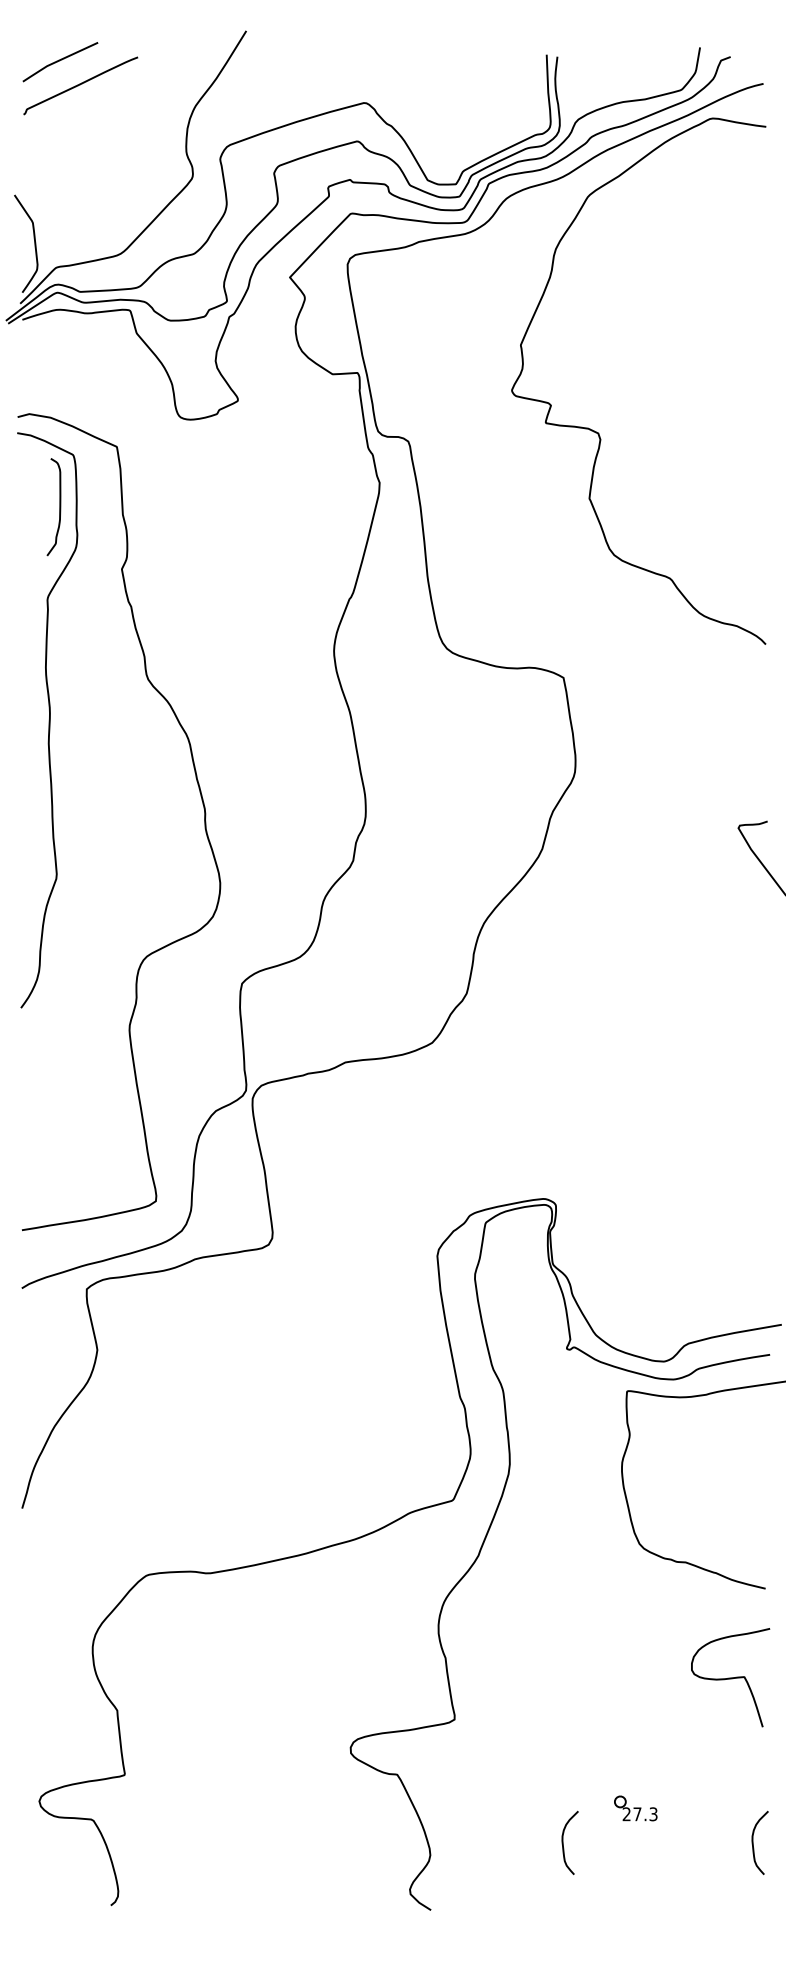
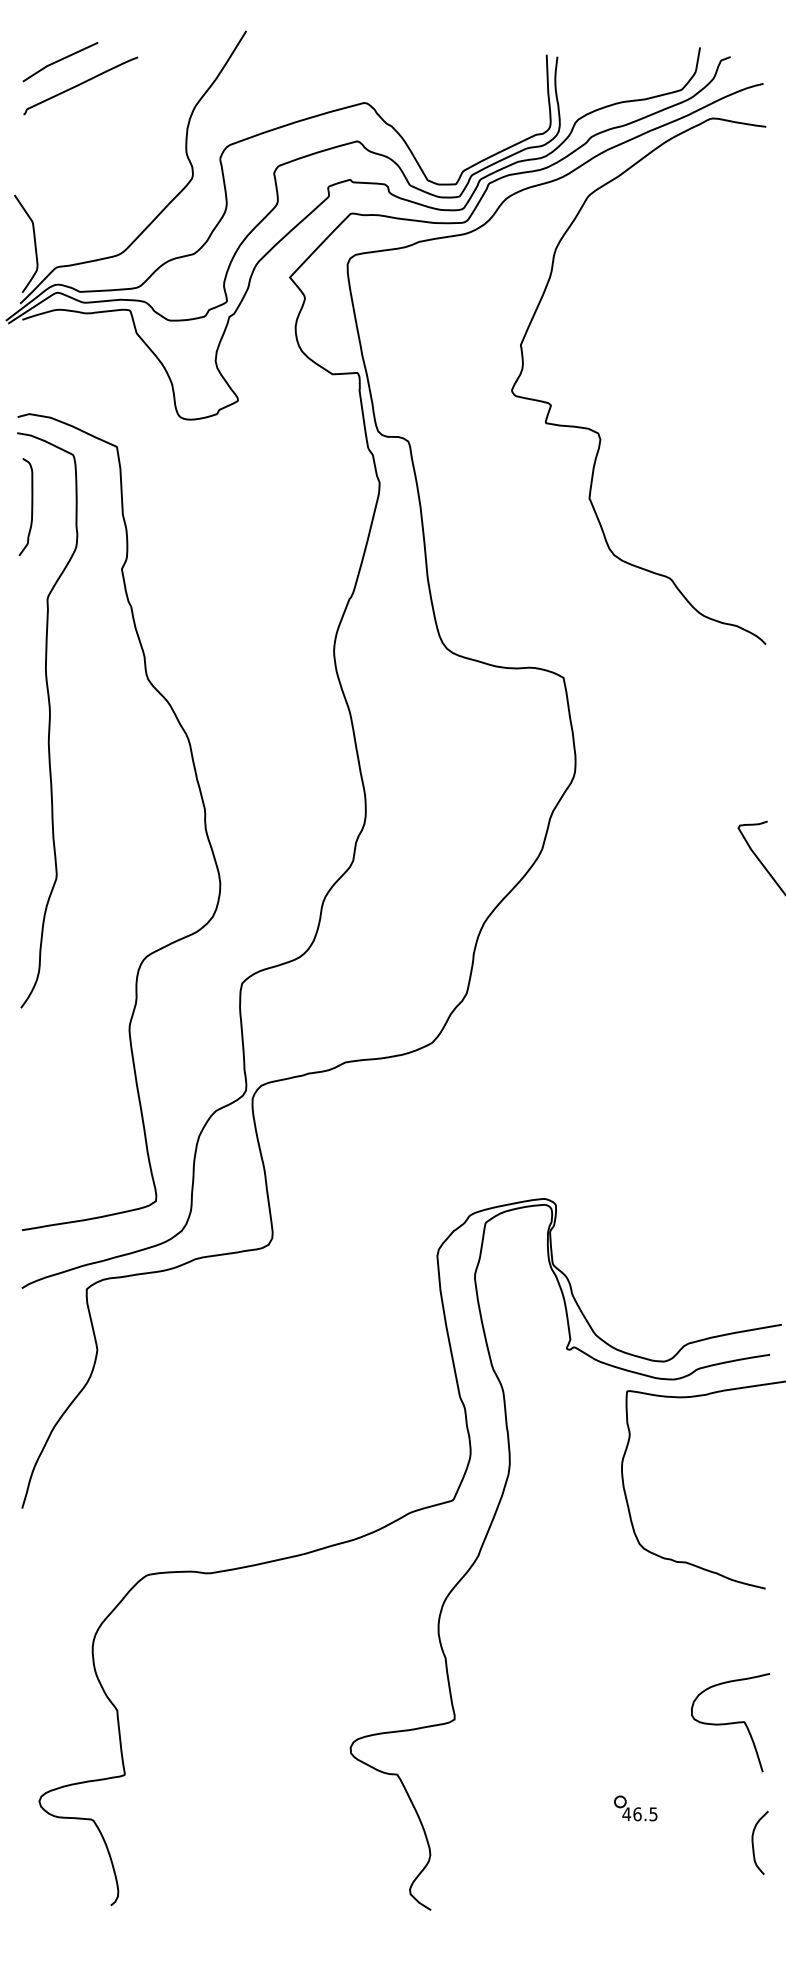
curve at (59, 507) position: (59, 507) -> (31, 507)
curve at (730, 1677) position: (730, 1677) -> (730, 1722)
text at (639, 1814): 27.3 -> 46.5
curve at (563, 1842): present -> none
